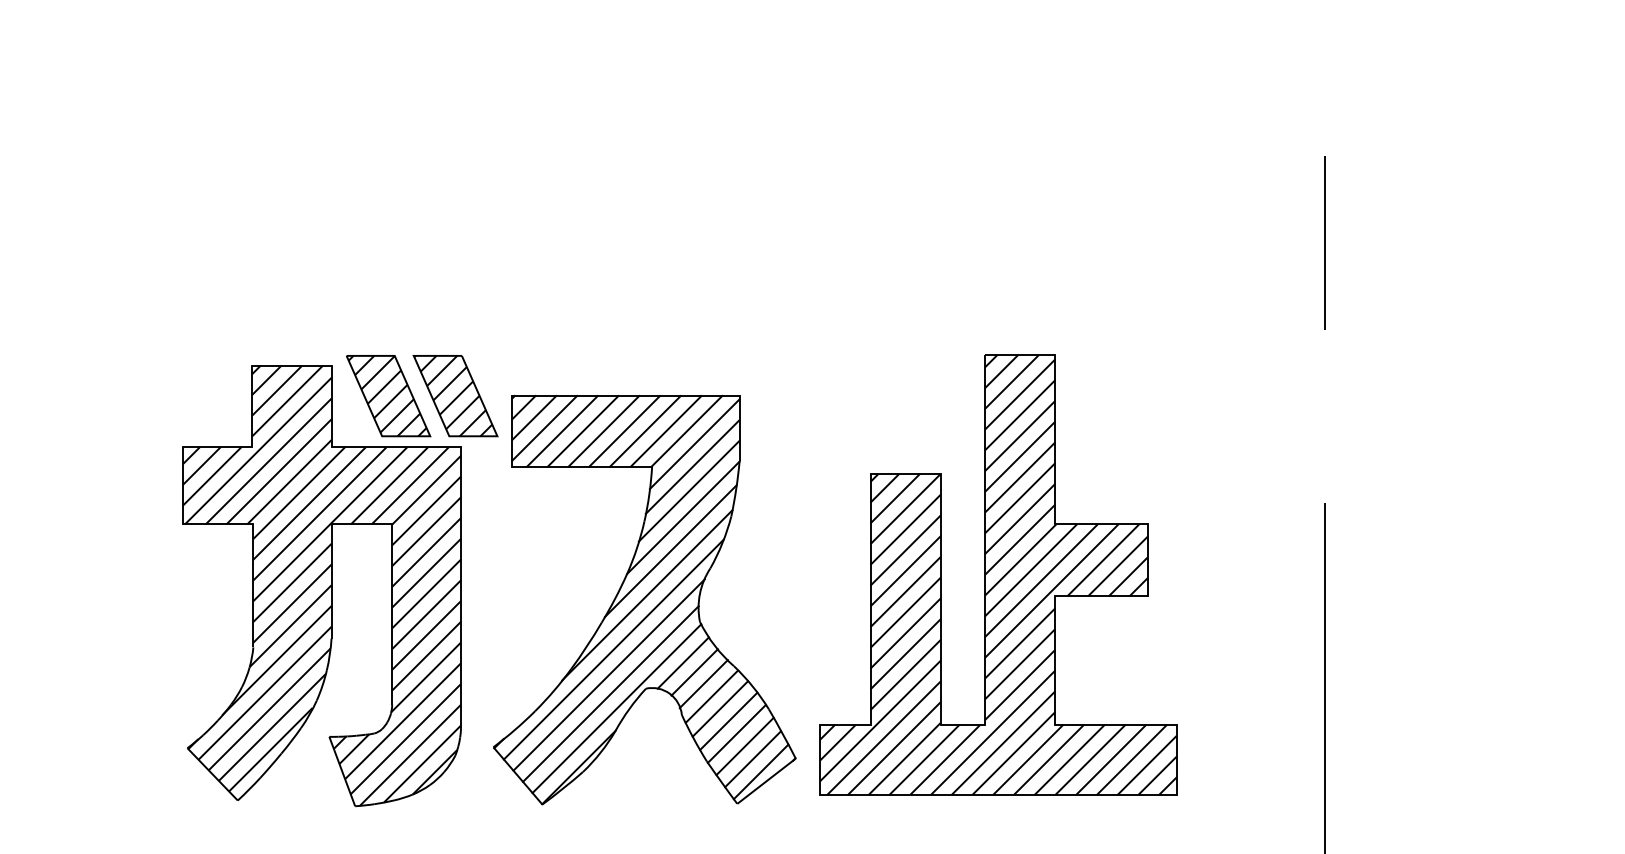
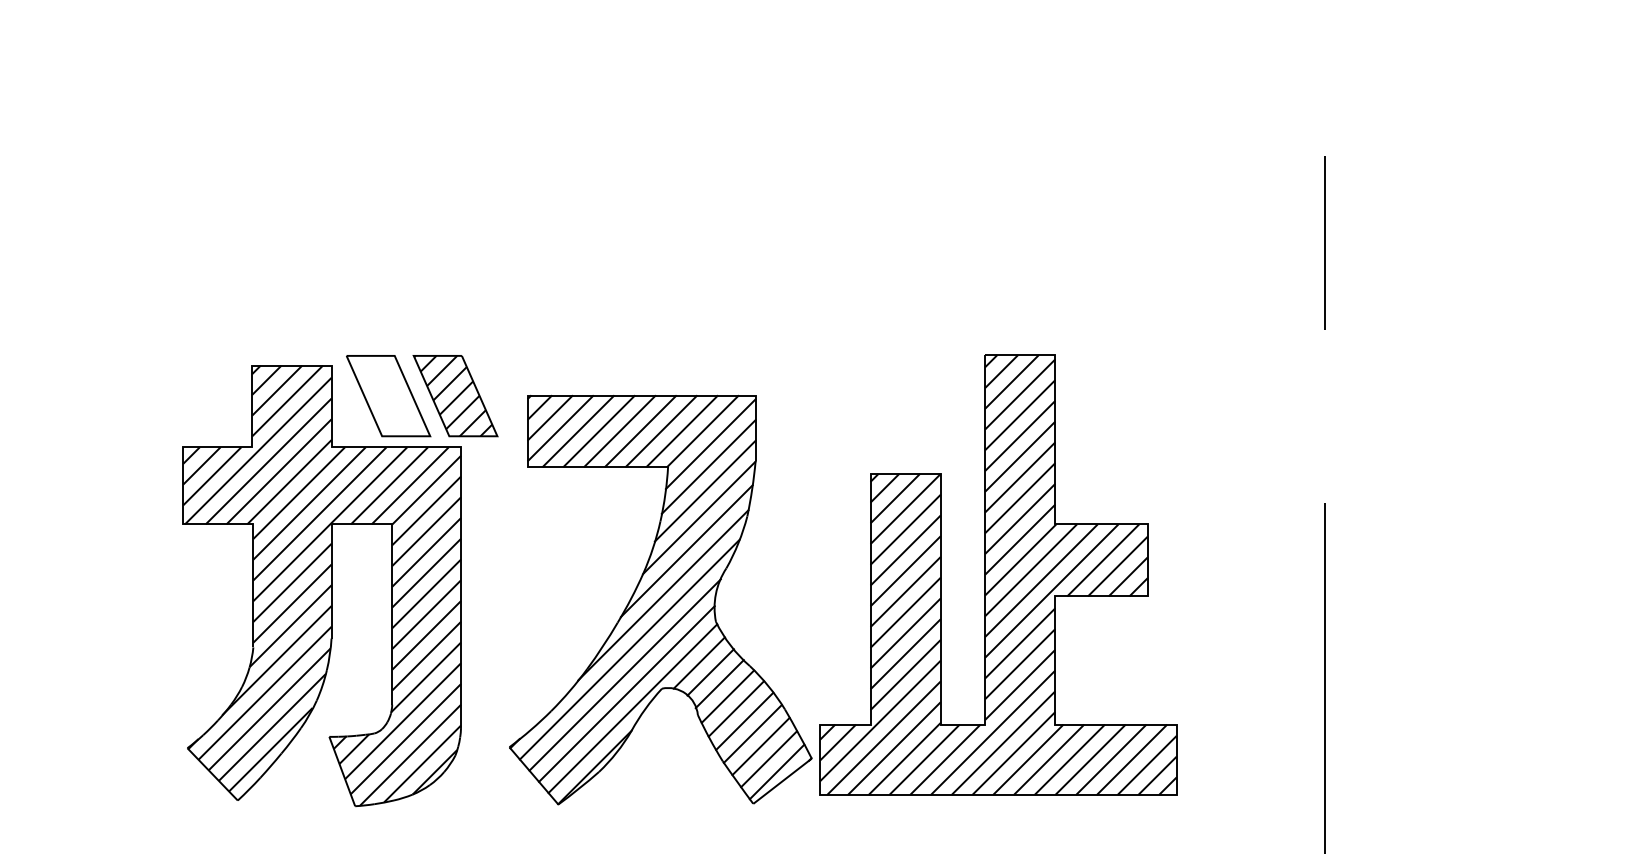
hatch at (387, 395): present -> none
part at (644, 599) position: (644, 599) -> (660, 599)
